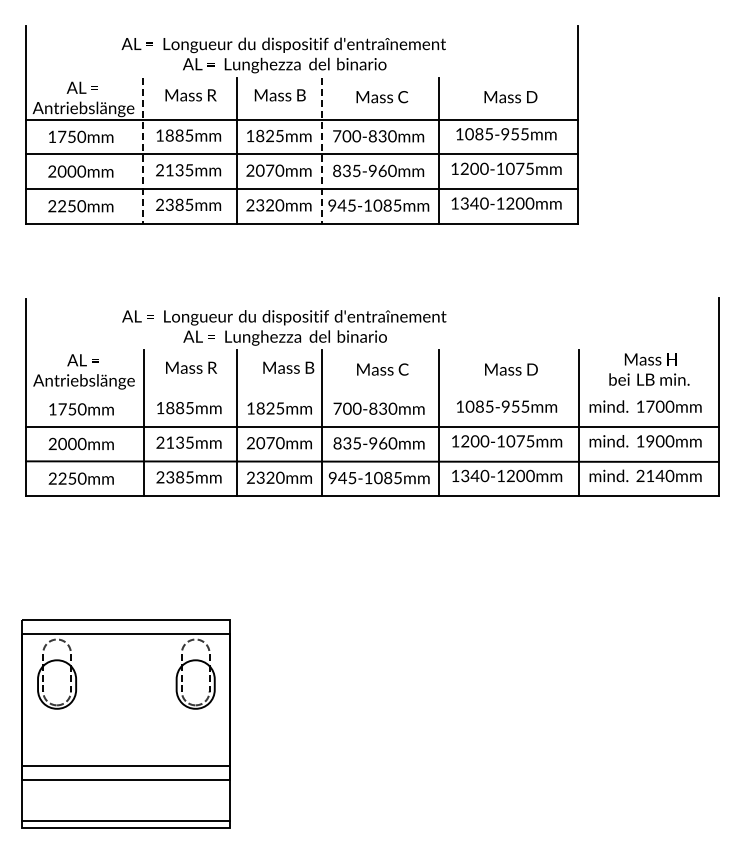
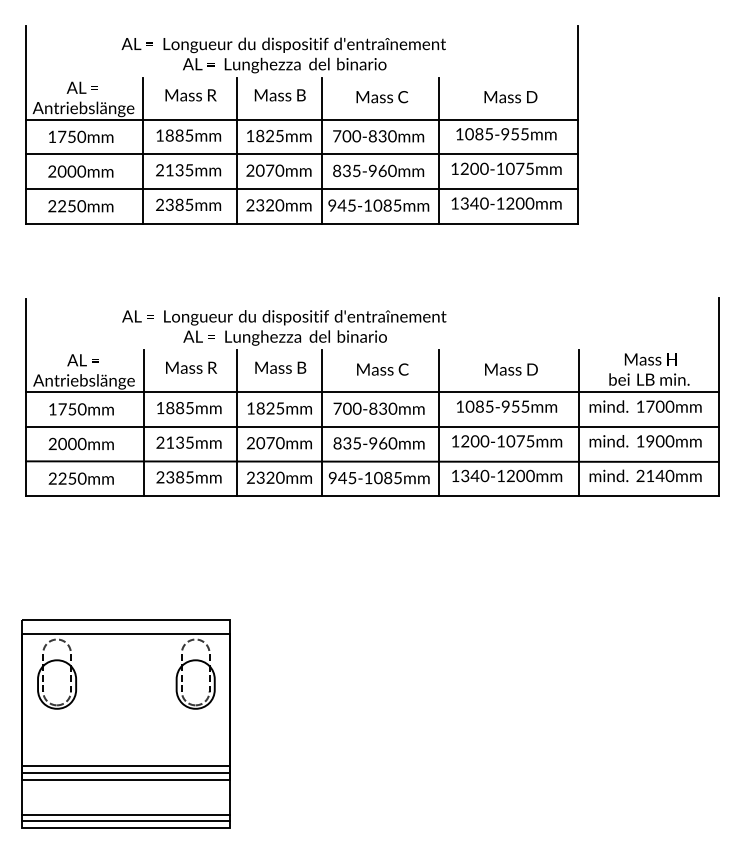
line at (143, 150): dashed -> solid
line at (321, 150): dashed -> solid
text at (288, 367) position: (288, 367) -> (280, 367)
line at (372, 392): none -> present
line at (126, 772): none -> present
line at (126, 814): none -> present
